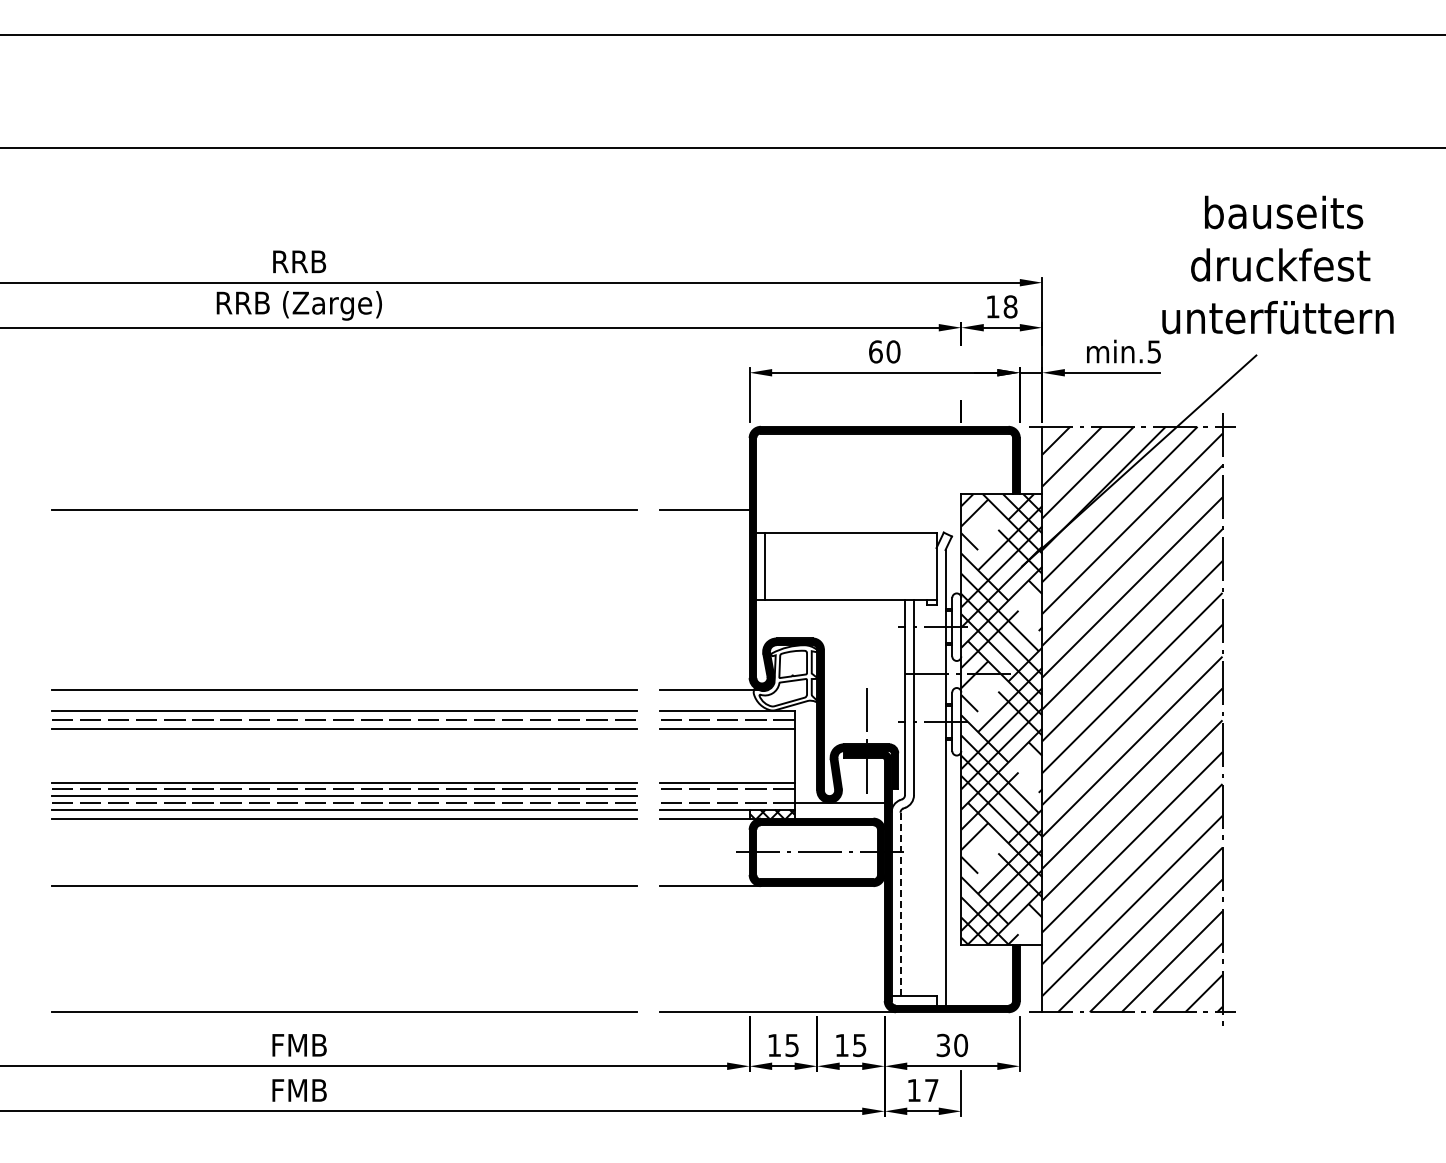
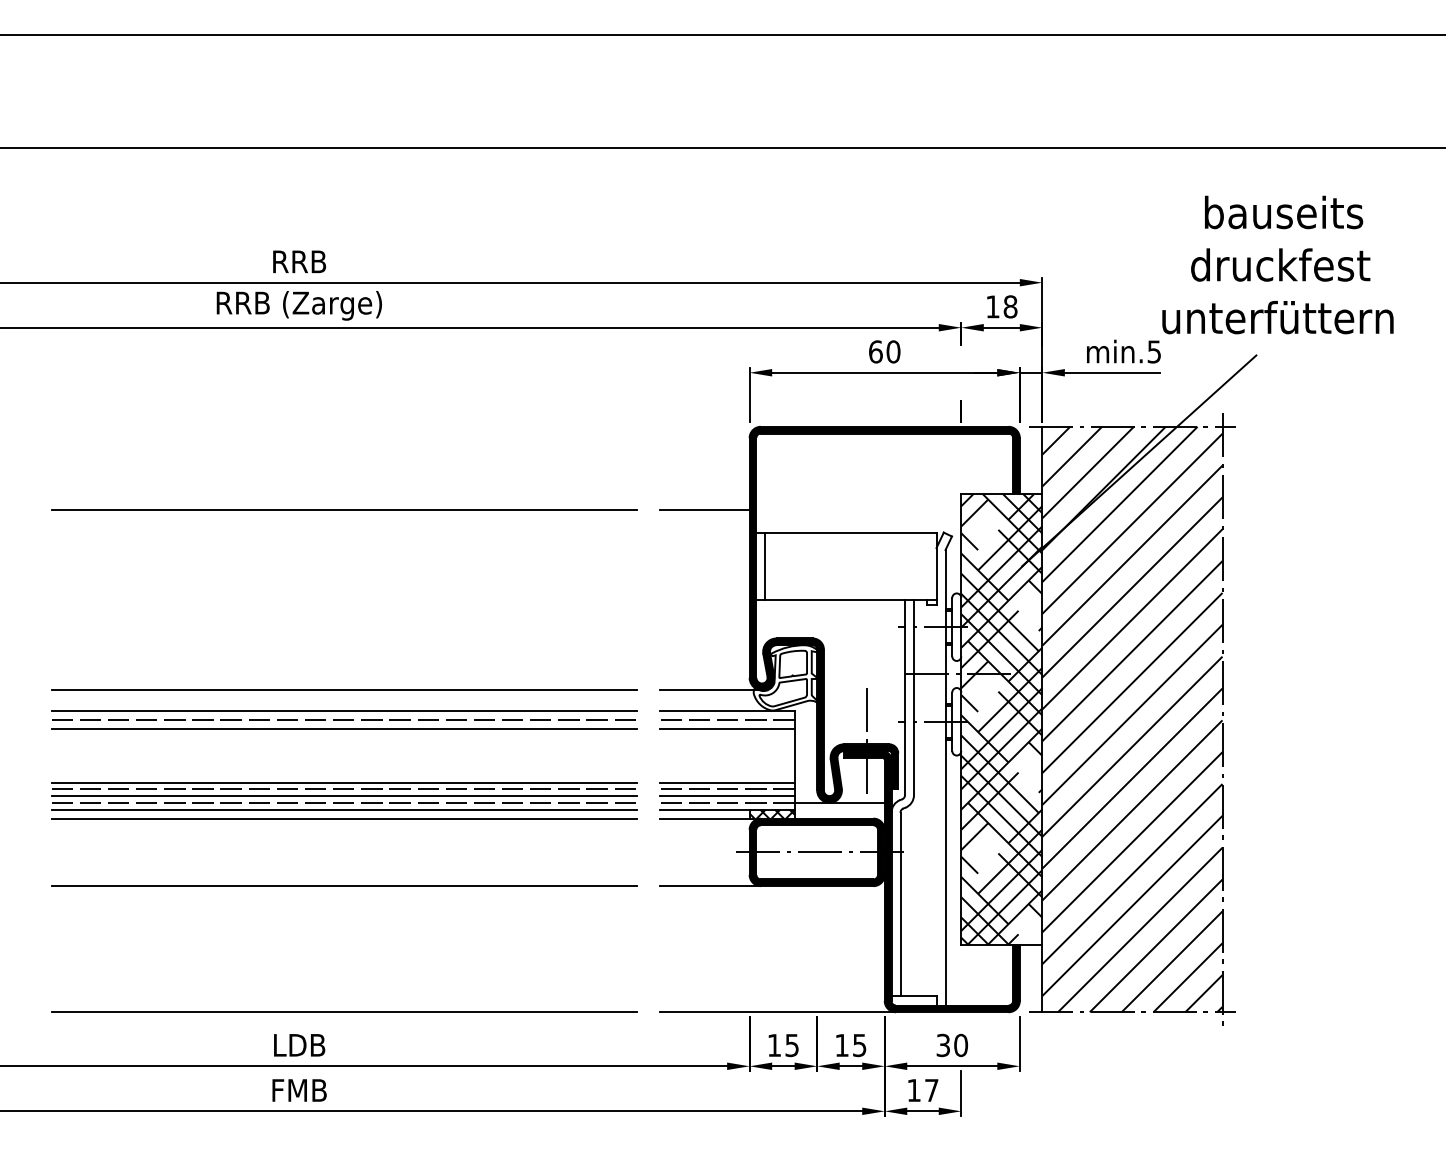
line at (726, 796): none -> present
line at (900, 904): dashed -> solid
text at (299, 1045): FMB -> LDB
